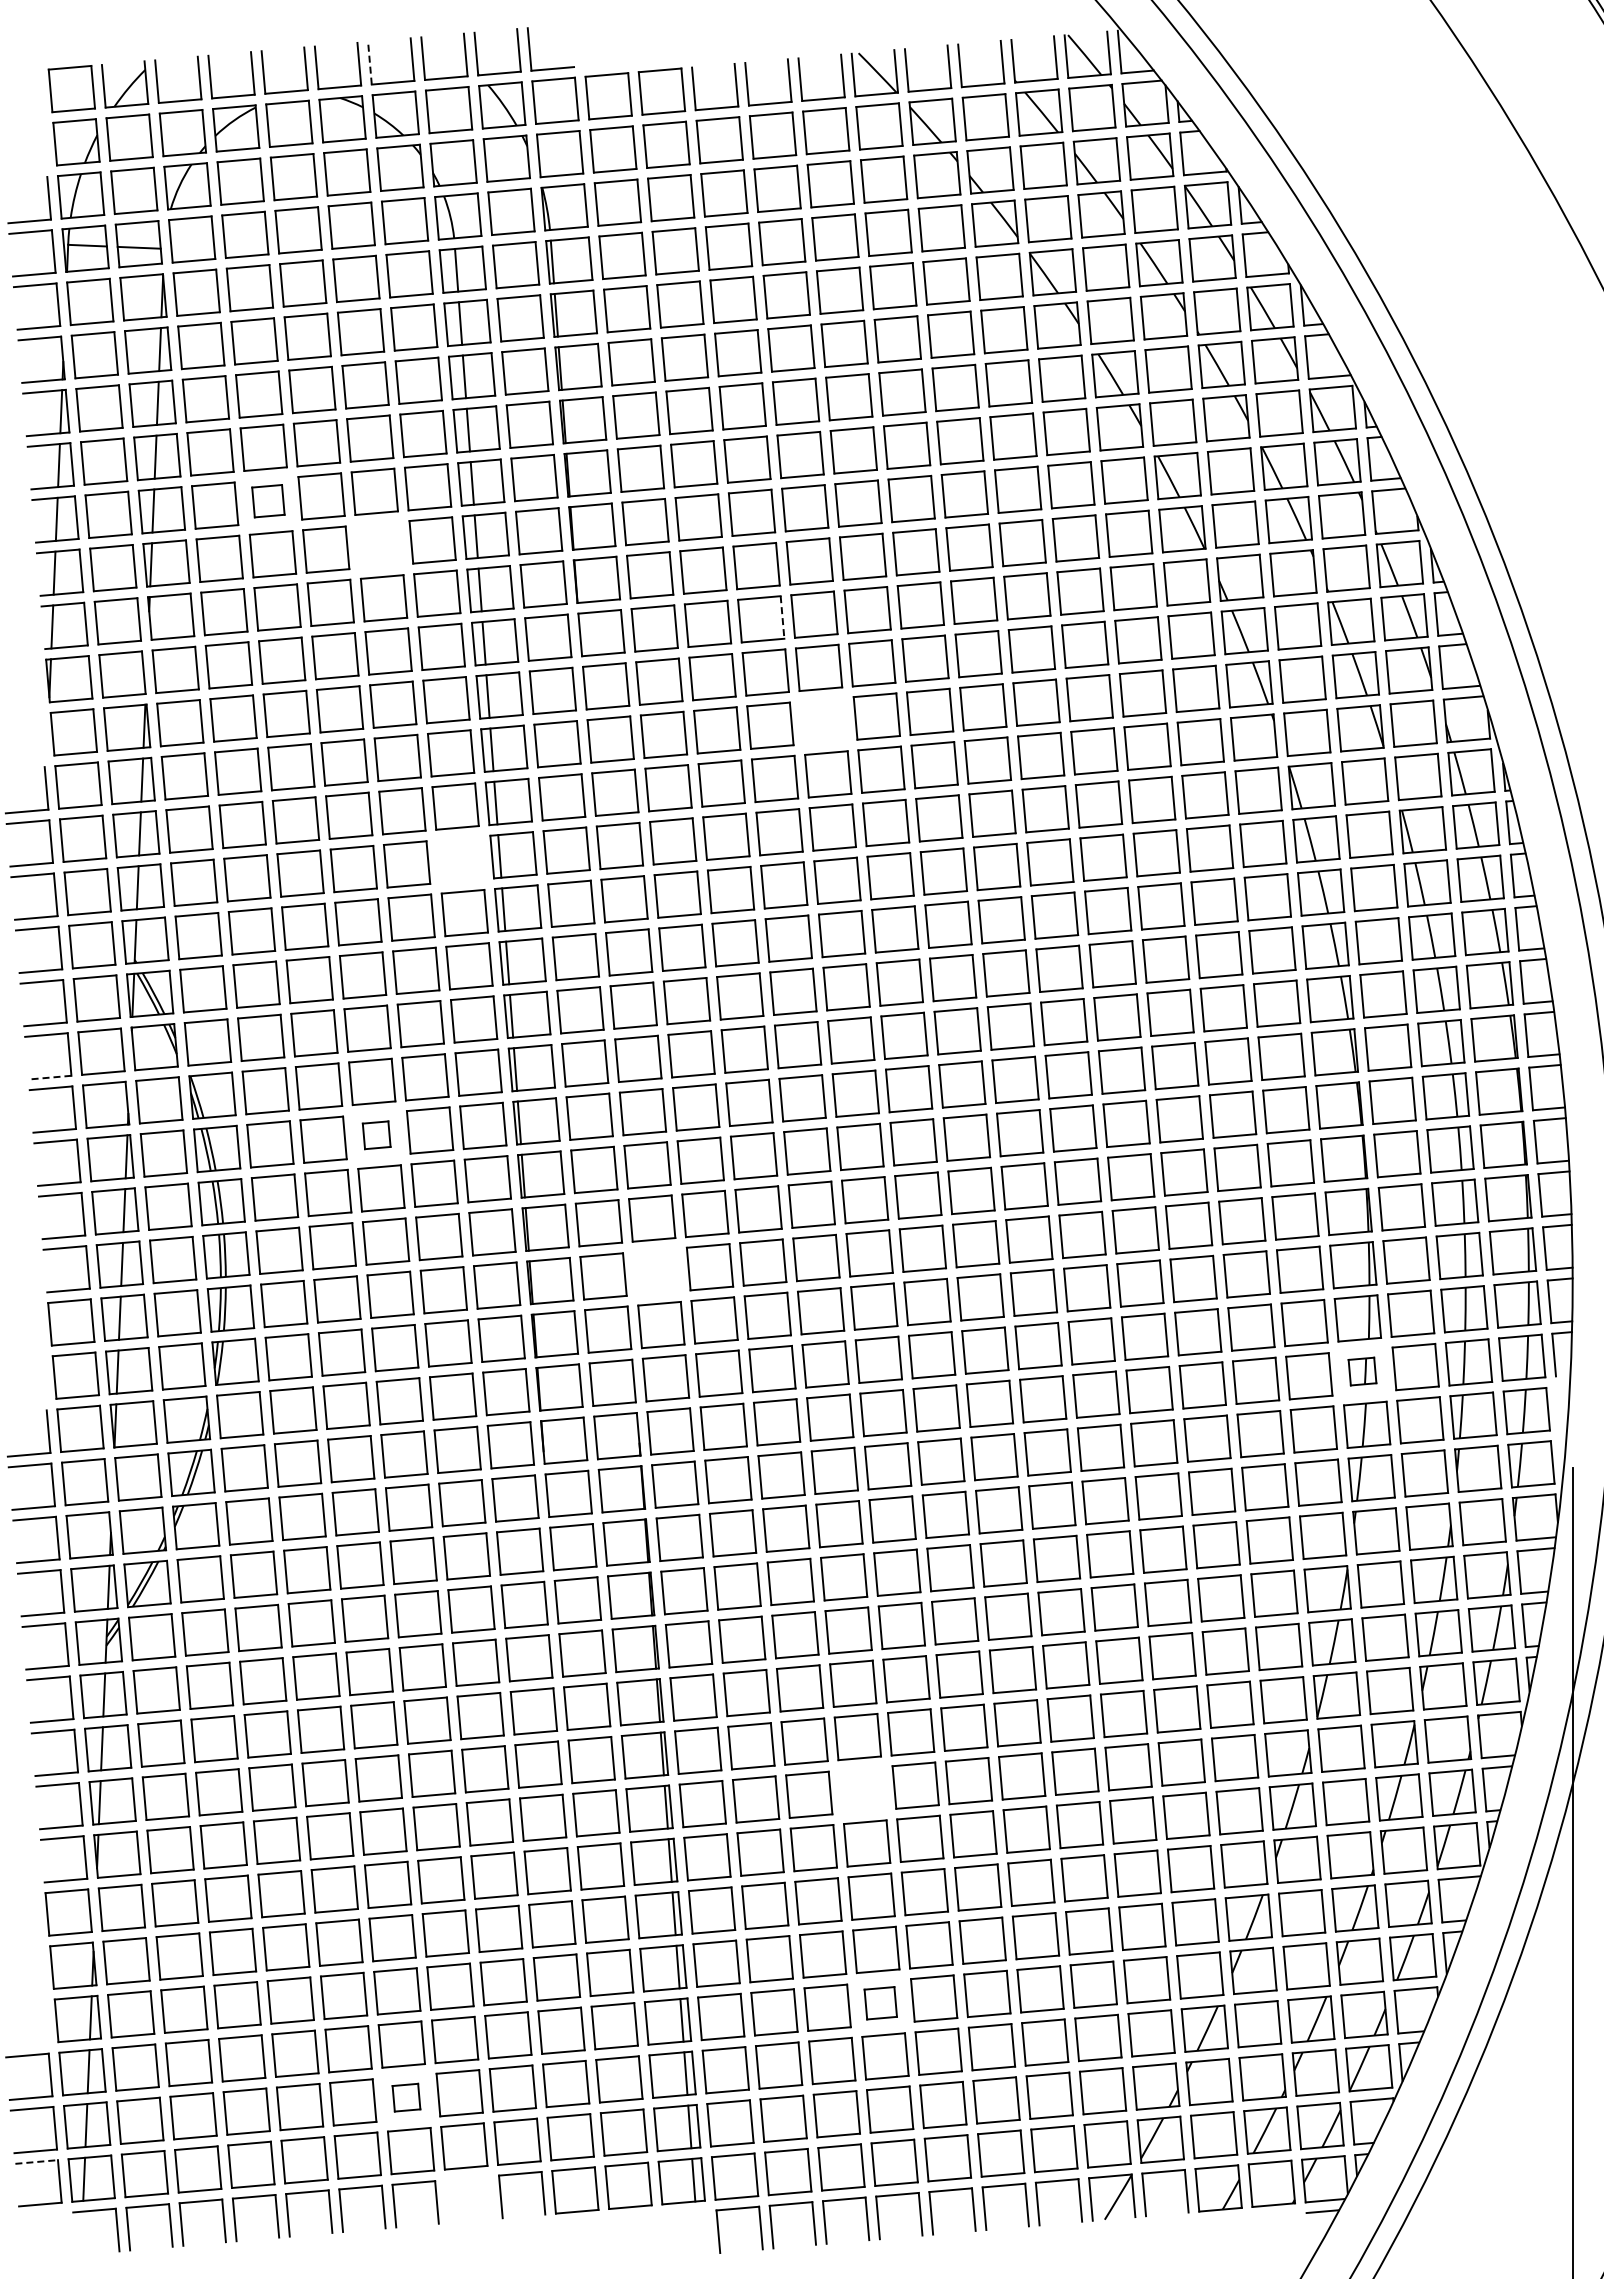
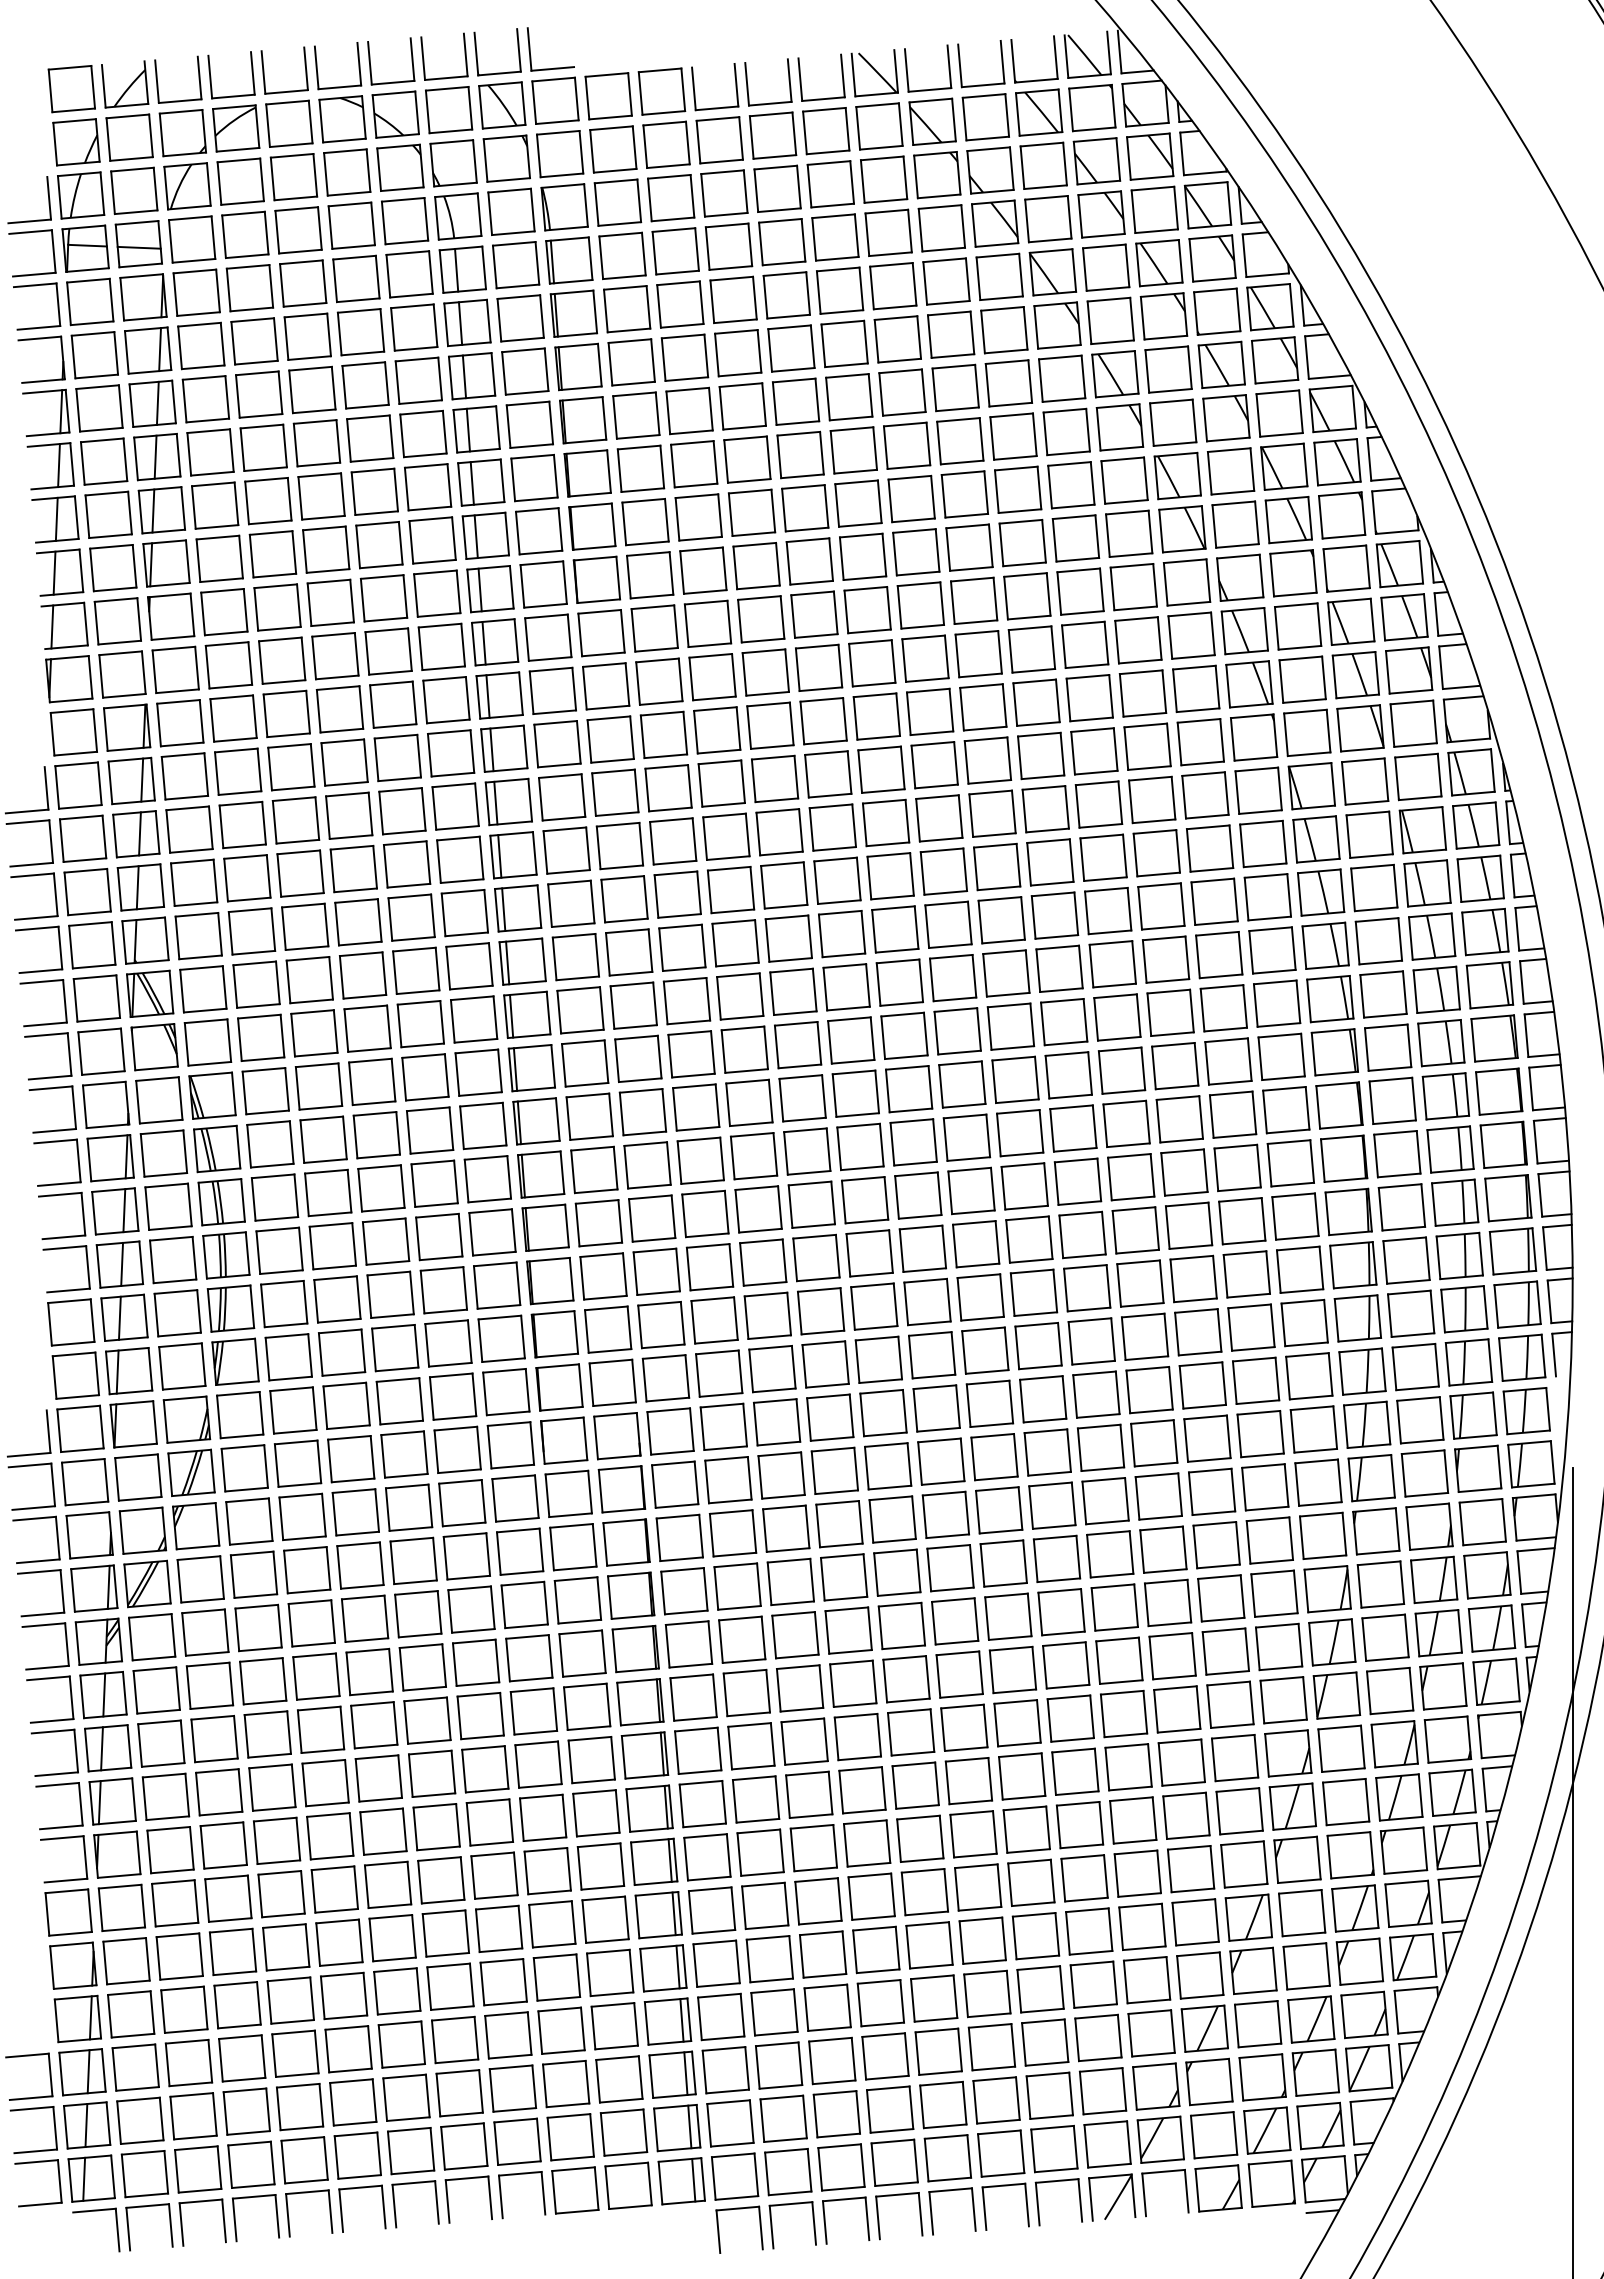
line at (369, 62): dashed -> solid
part at (268, 501) size: 35x35 px -> 49x49 px
part at (379, 545): none -> present
line at (782, 617): dashed -> solid
part at (823, 721): none -> present
part at (460, 859): none -> present
line at (49, 1077): dashed -> solid
part at (376, 1135) size: 31x31 px -> 49x49 px
part at (656, 1271): none -> present
part at (1362, 1371) size: 31x31 px -> 49x49 px
part at (862, 1790): none -> present
part at (880, 2003) size: 35x35 px -> 49x49 px
part at (406, 2097) size: 31x31 px -> 49x49 px
line at (37, 2161): dashed -> solid
part at (468, 2179): none -> present
